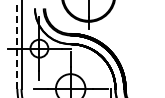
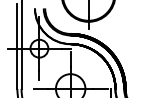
line at (17, 45): dashed -> solid
